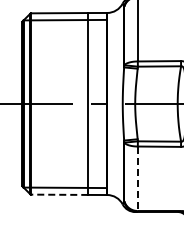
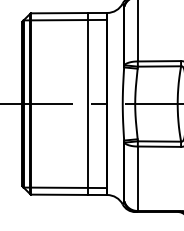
line at (137, 179): dashed -> solid
line at (59, 194): dashed -> solid
